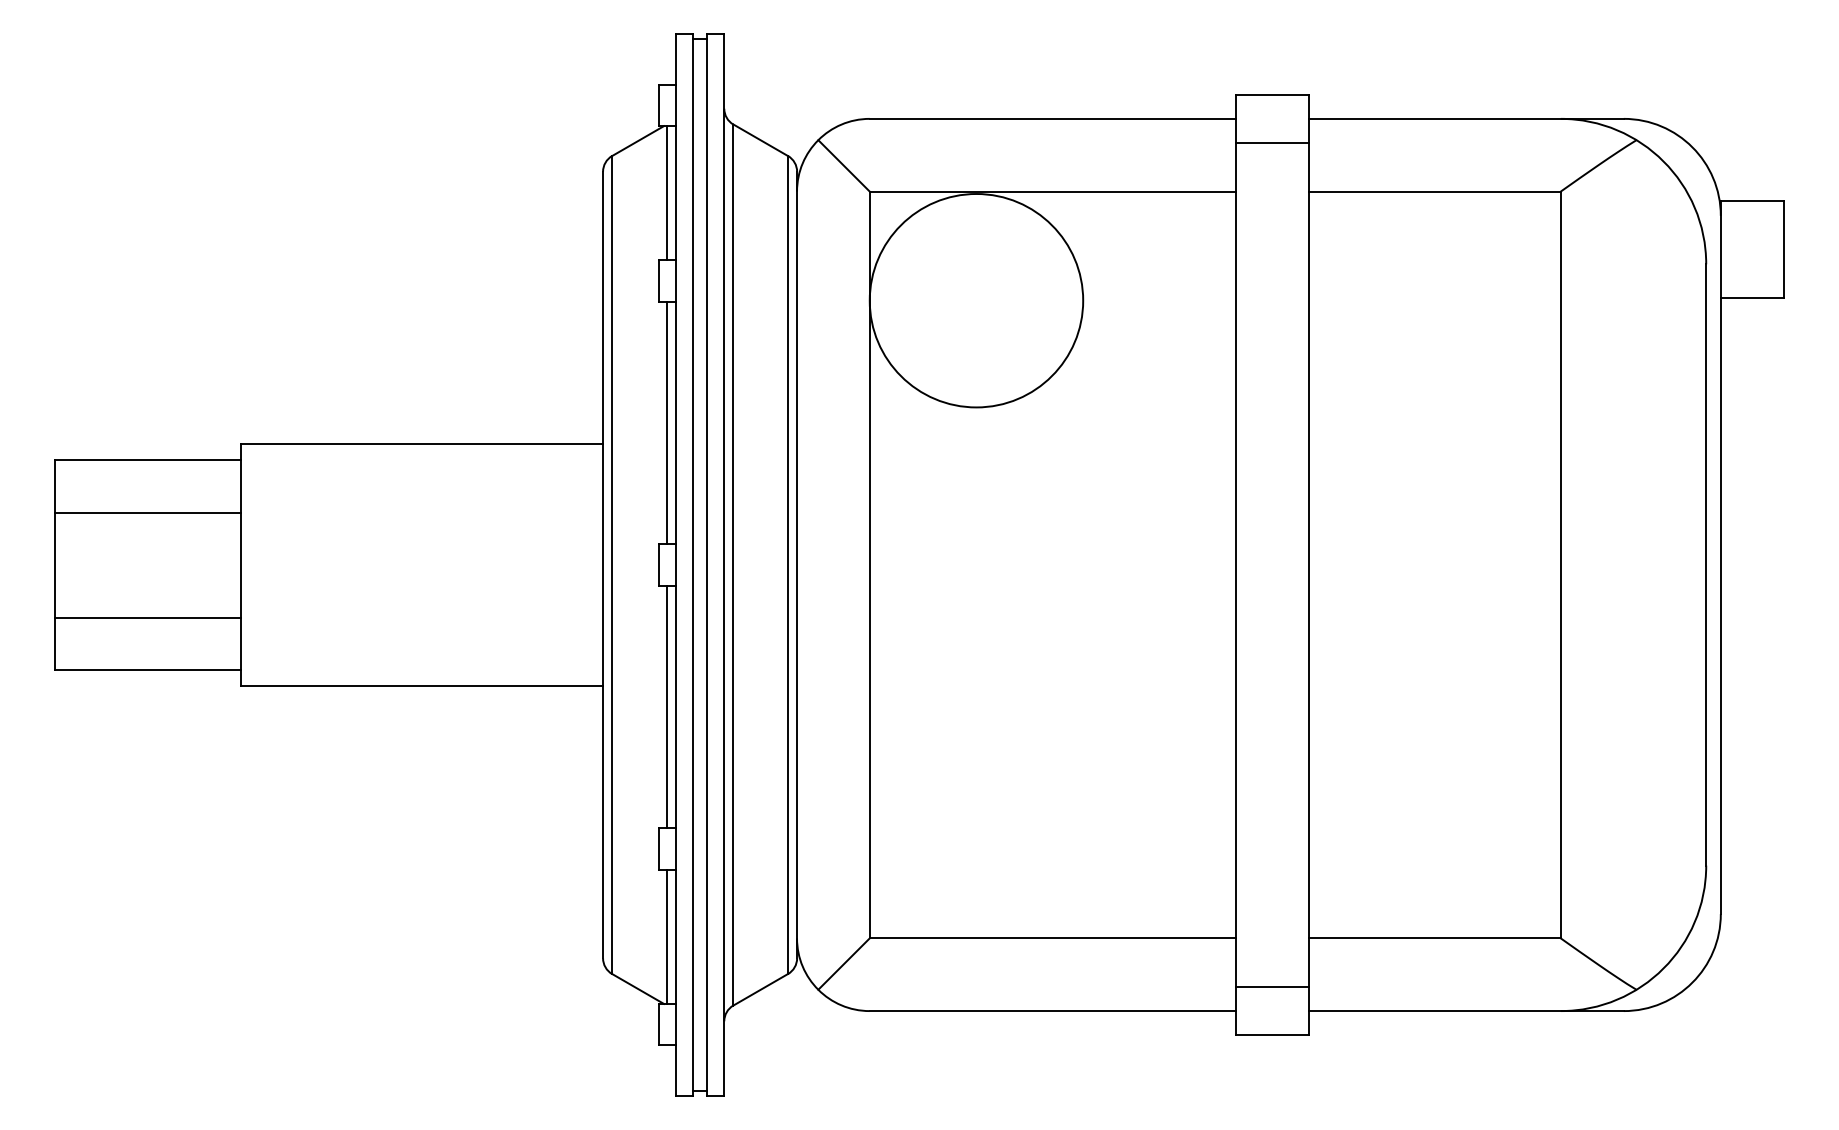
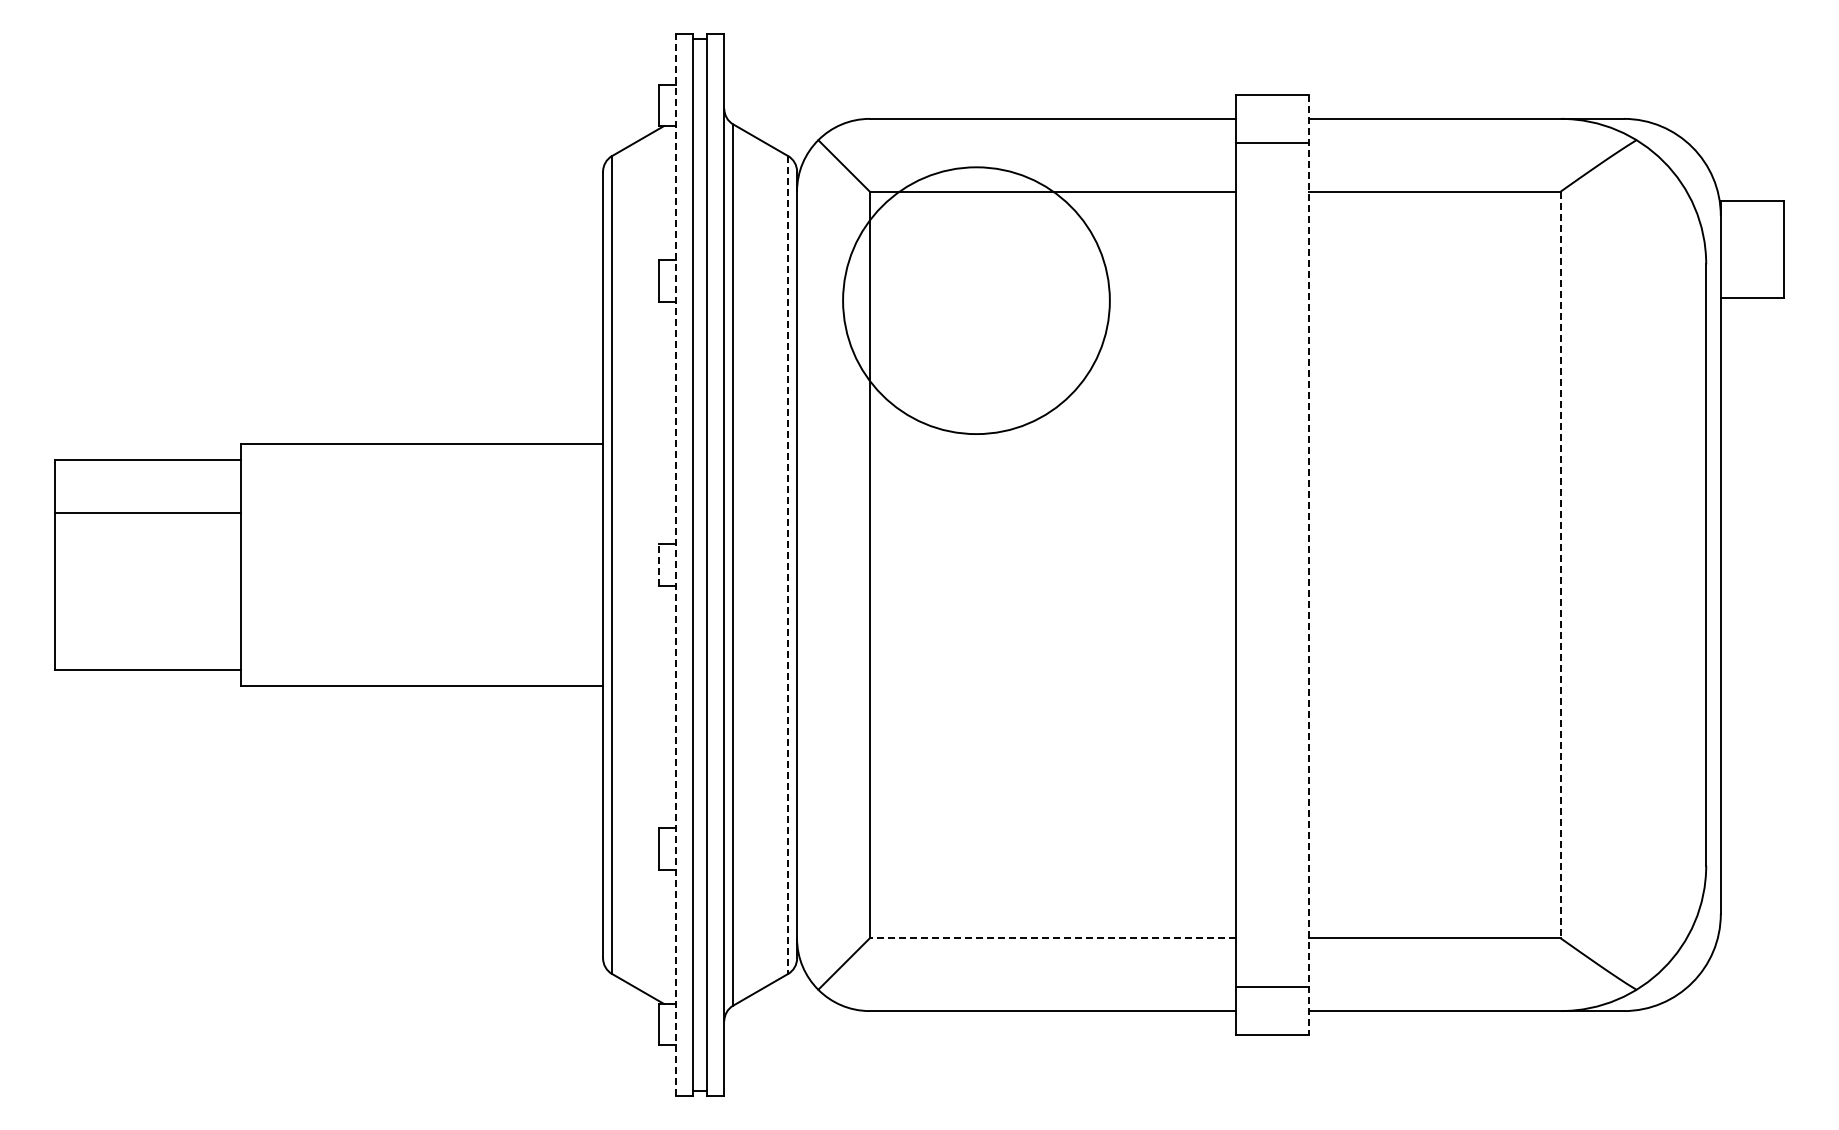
line at (666, 193): present -> none
circle at (976, 300) diameter: 213 px -> 267 px
line at (666, 422): present -> none
line at (675, 564): solid -> dashed
line at (658, 565): solid -> dashed
line at (787, 565): solid -> dashed
line at (1308, 565): solid -> dashed
line at (1560, 565): solid -> dashed
line at (147, 617): present -> none
line at (666, 706): present -> none
line at (666, 936): present -> none
line at (1052, 938): solid -> dashed
